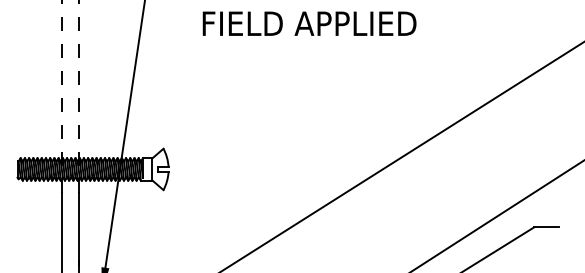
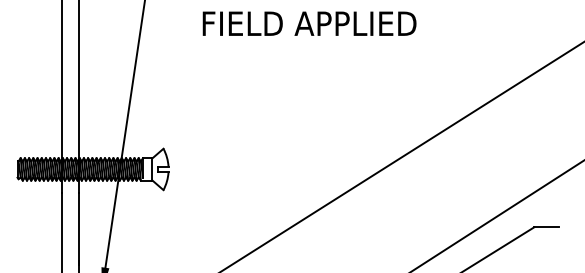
line at (62, 96): dashed -> solid
line at (79, 96): dashed -> solid
